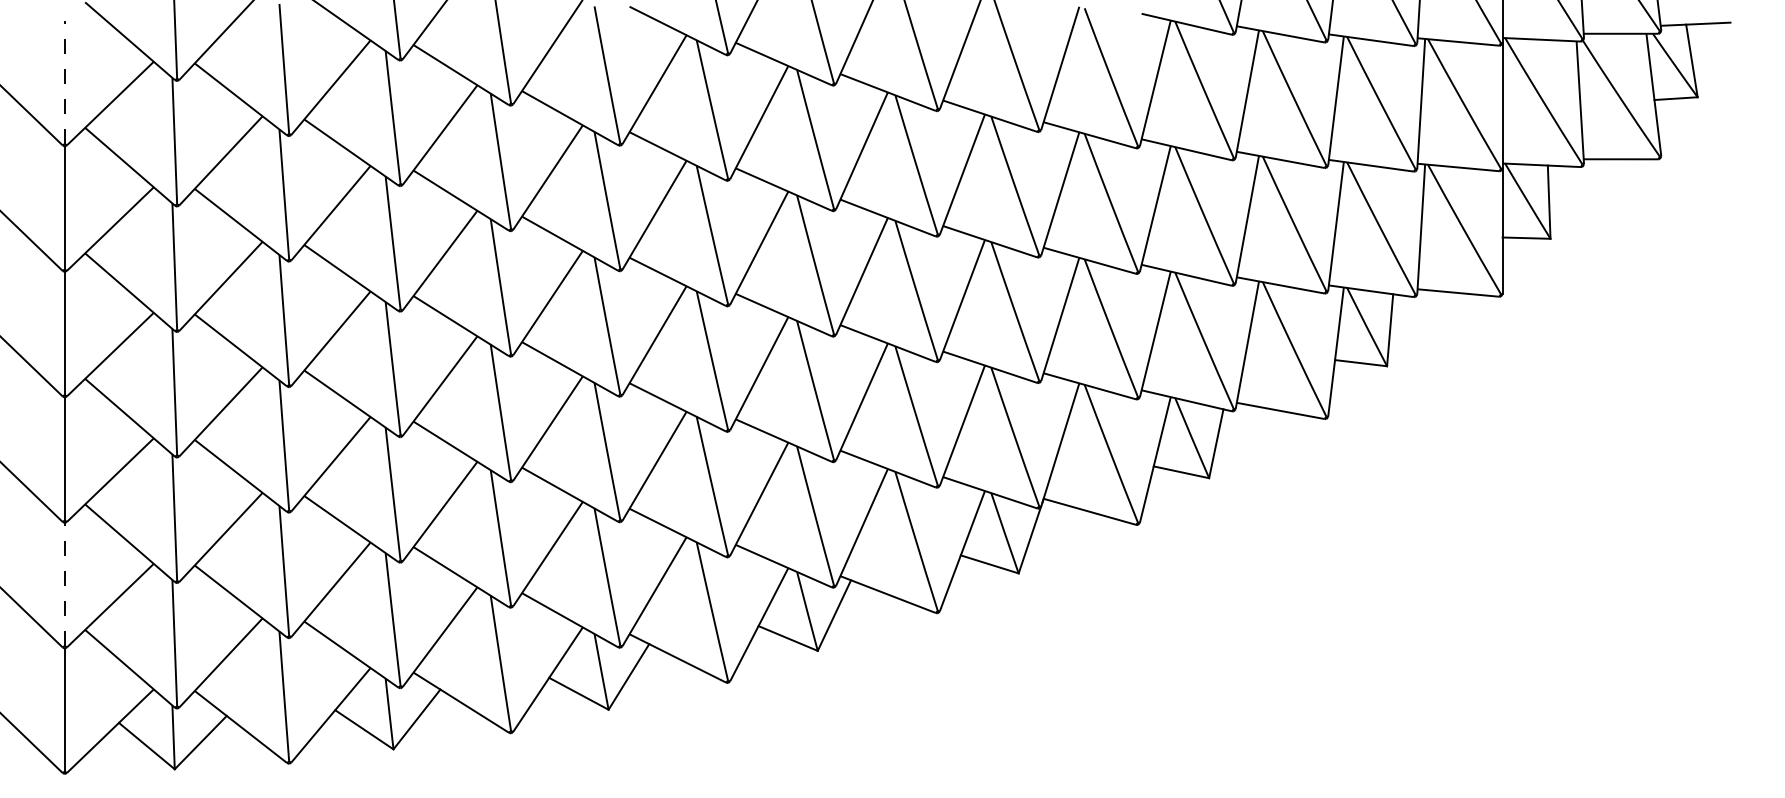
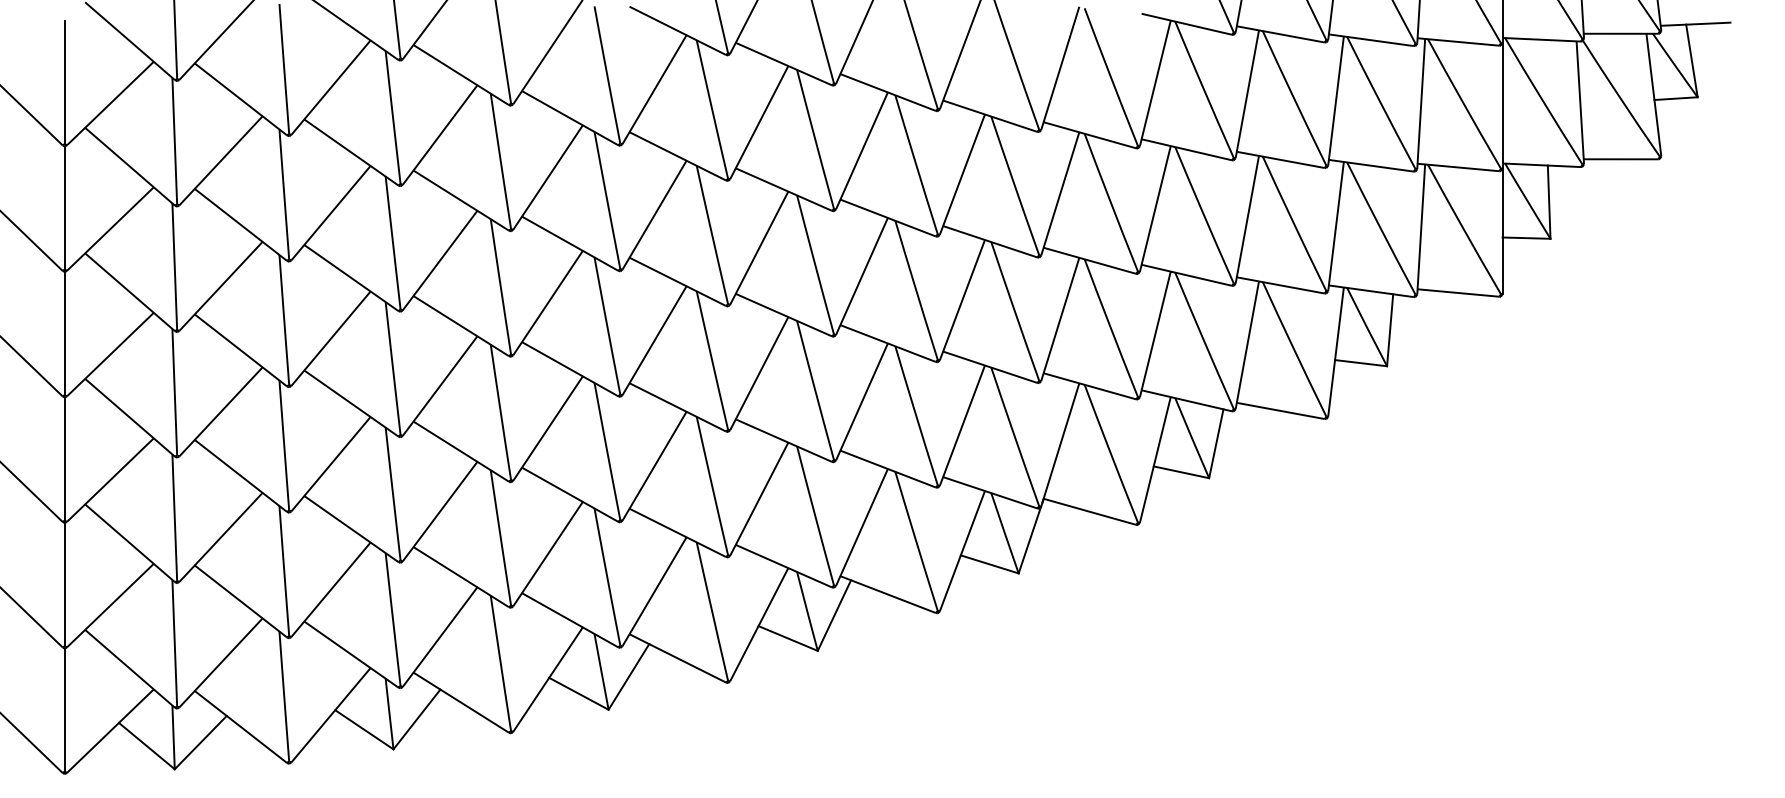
line at (64, 82): dashed -> solid
line at (64, 584): dashed -> solid
